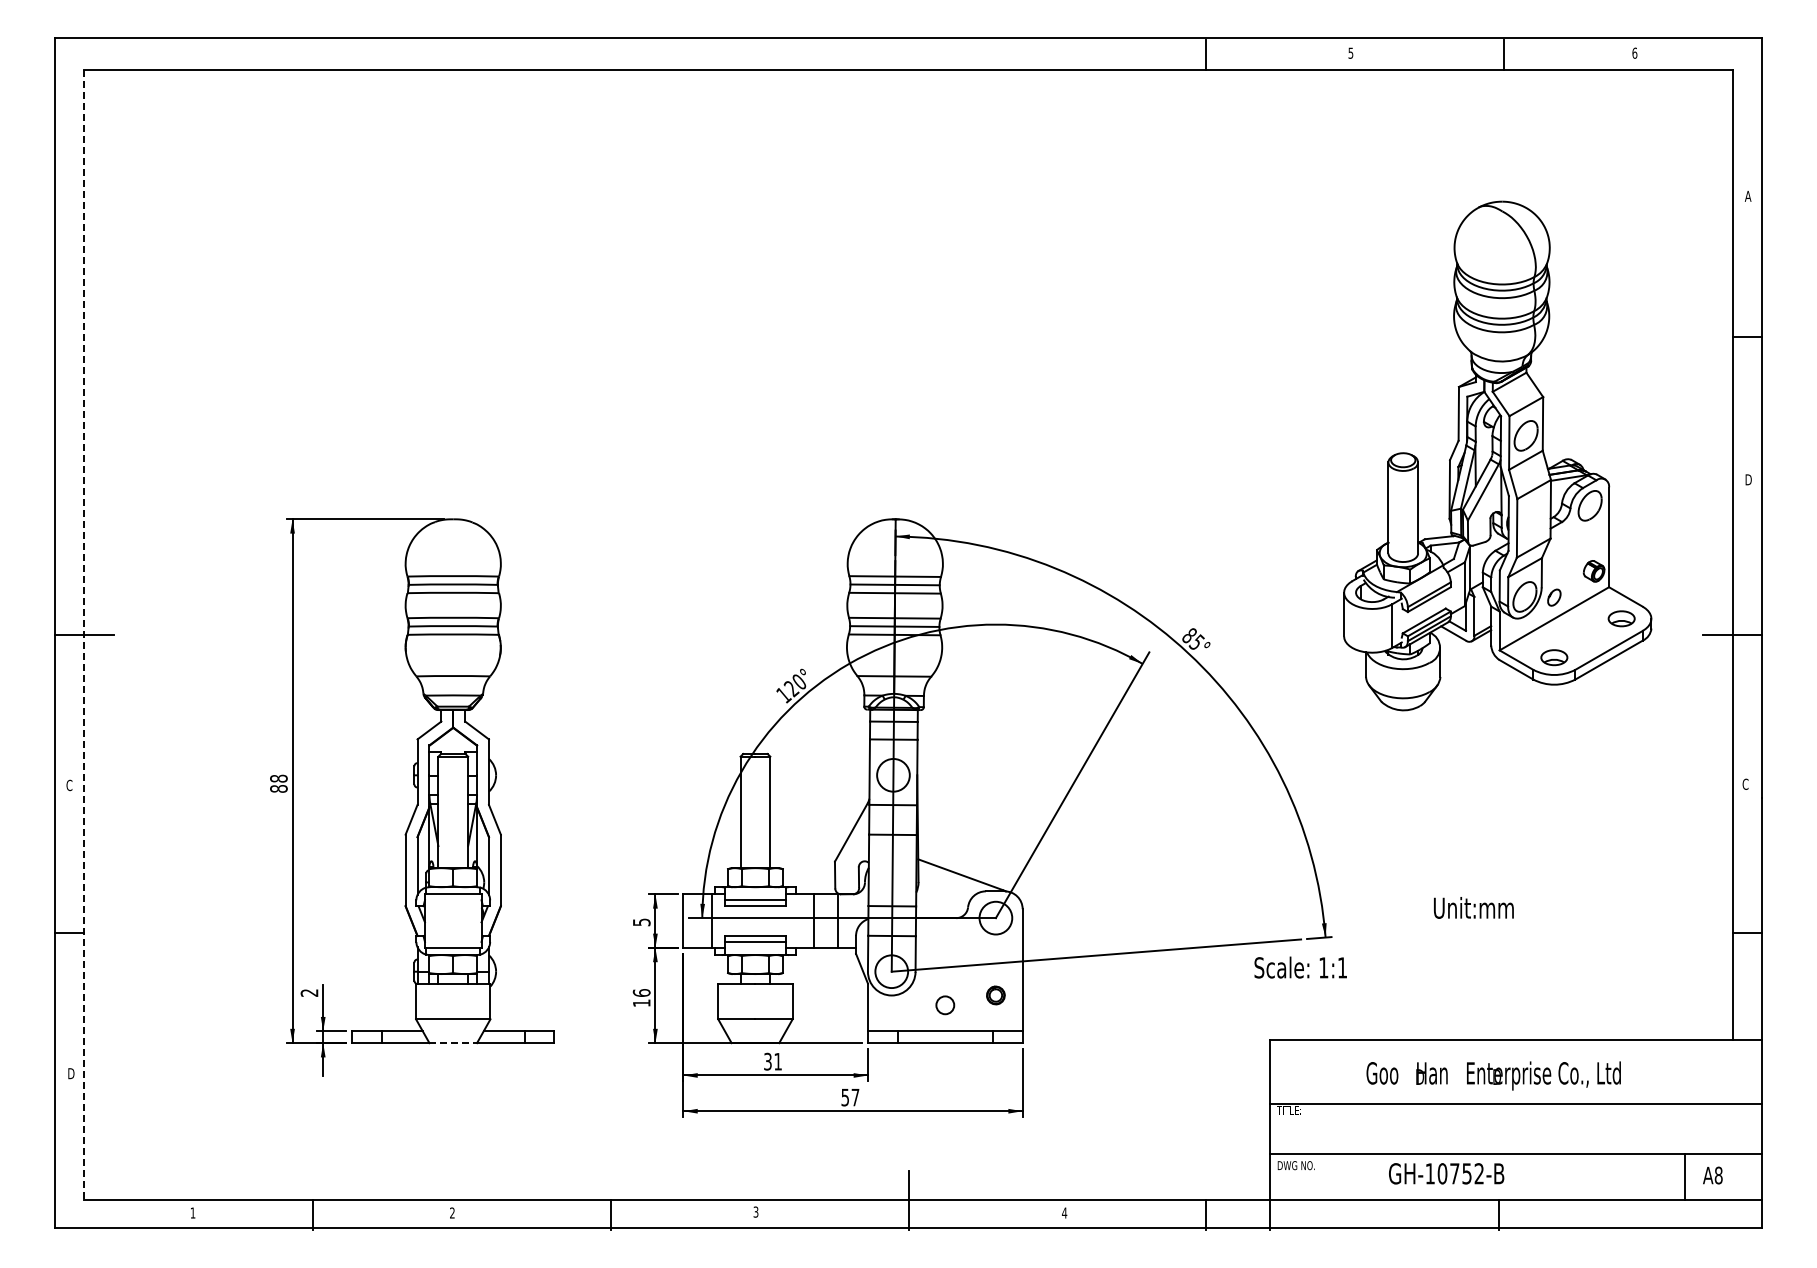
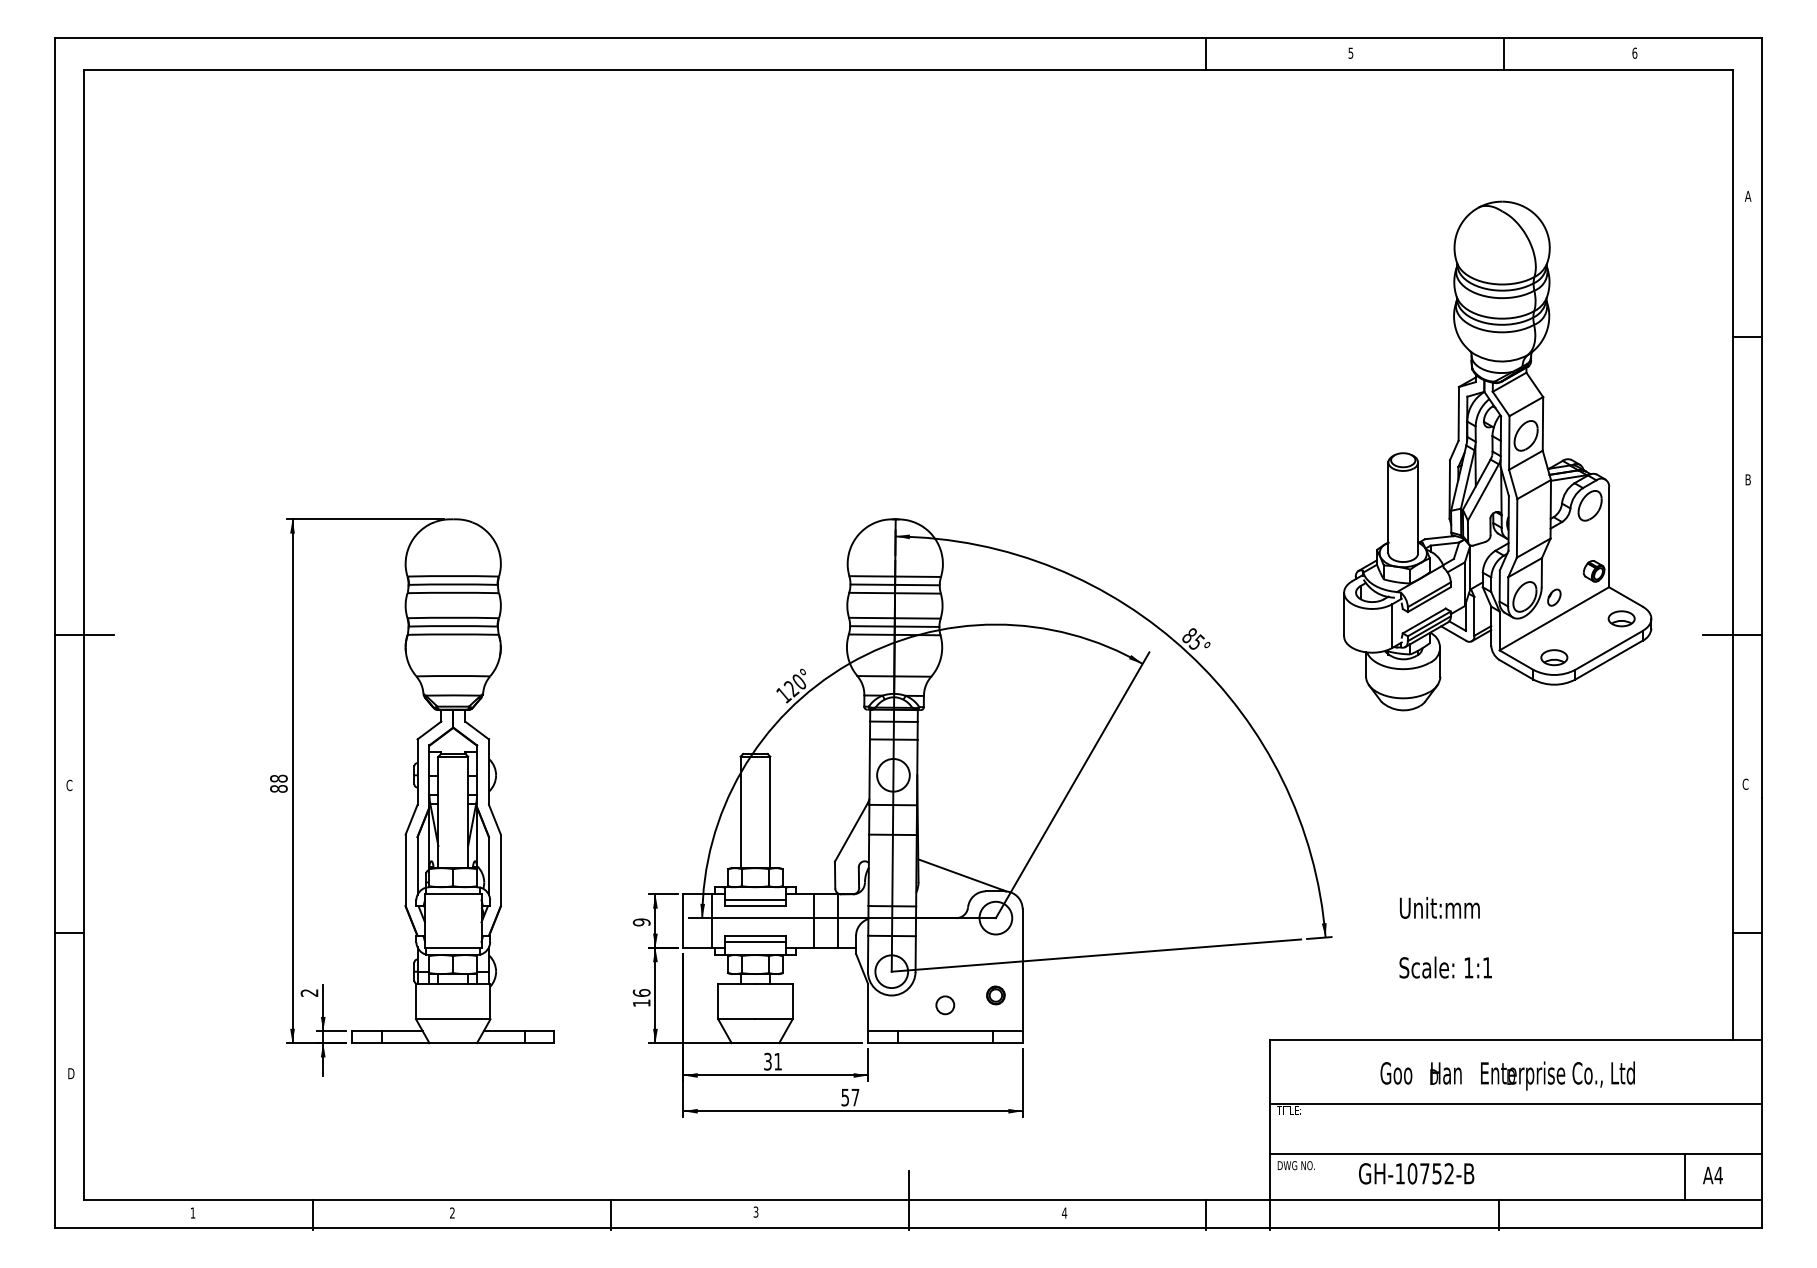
text at (1748, 479): D -> B
line at (84, 635): dashed -> solid
text at (1473, 907) position: (1473, 907) -> (1439, 907)
text at (641, 922): 5 -> 9
text at (1300, 967) position: (1300, 967) -> (1445, 967)
line at (453, 1043): dashed -> solid
text at (1493, 1075) position: (1493, 1075) -> (1507, 1075)
text at (1446, 1173) position: (1446, 1173) -> (1416, 1173)
text at (1718, 1175): A8 -> A4
